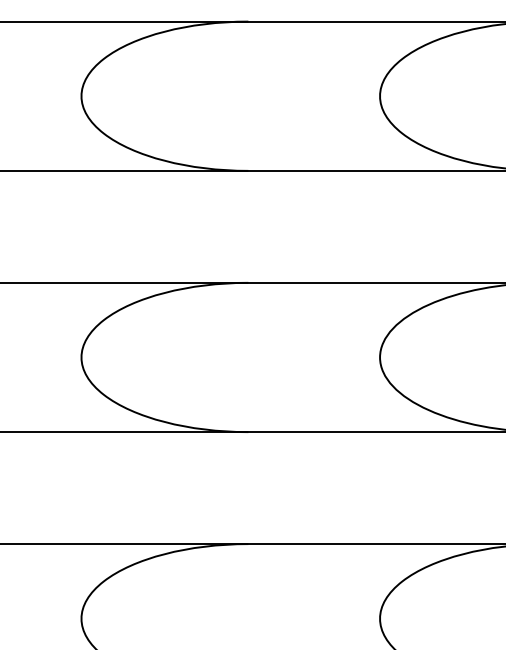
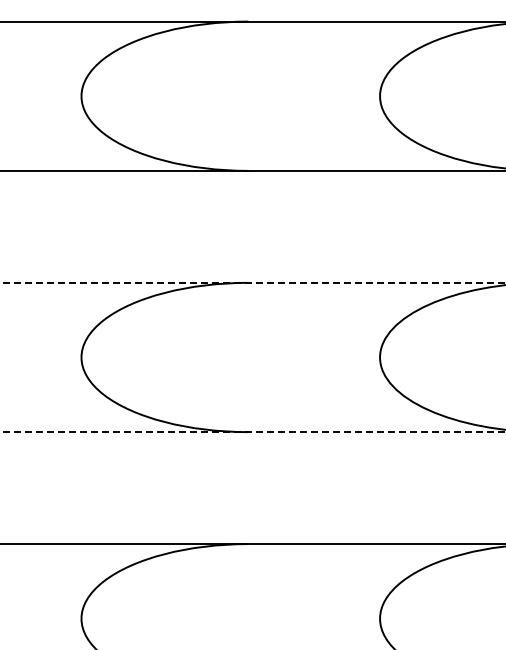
line at (253, 282): solid -> dashed
line at (253, 432): solid -> dashed
